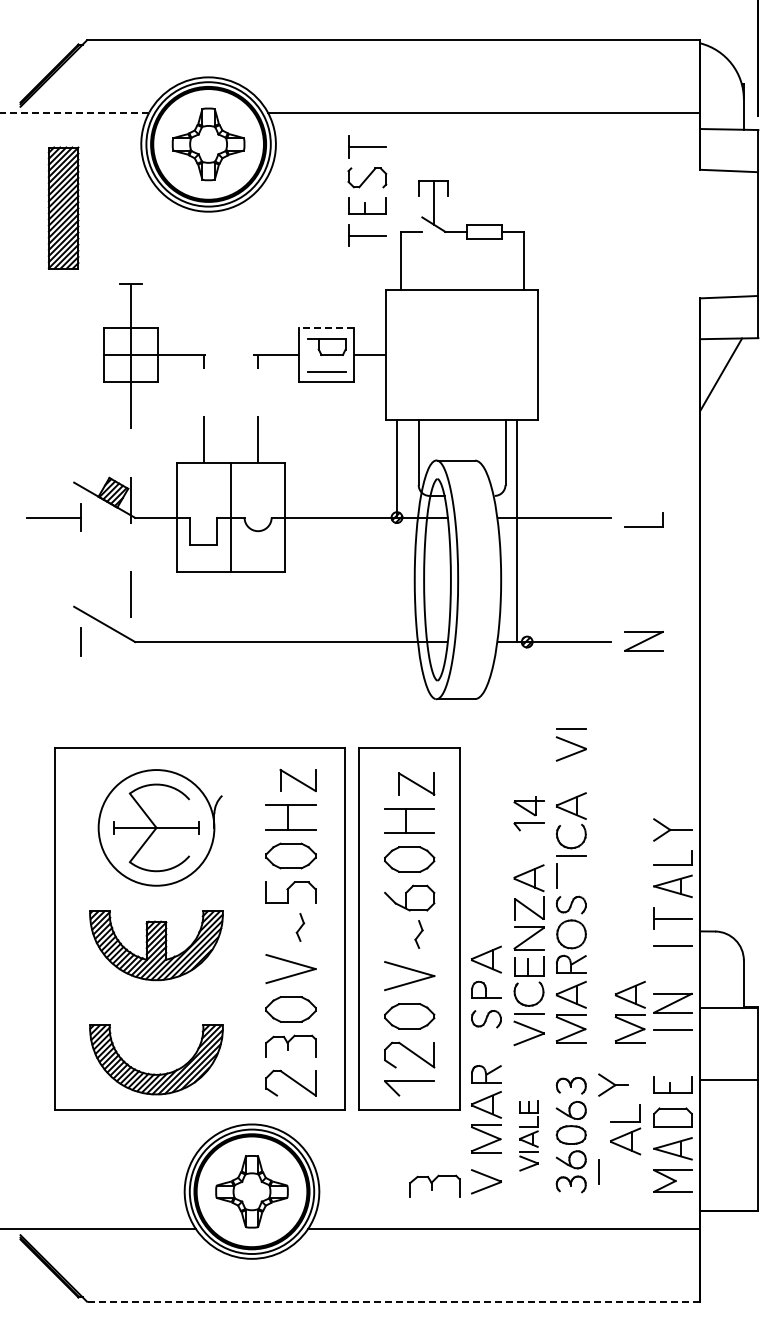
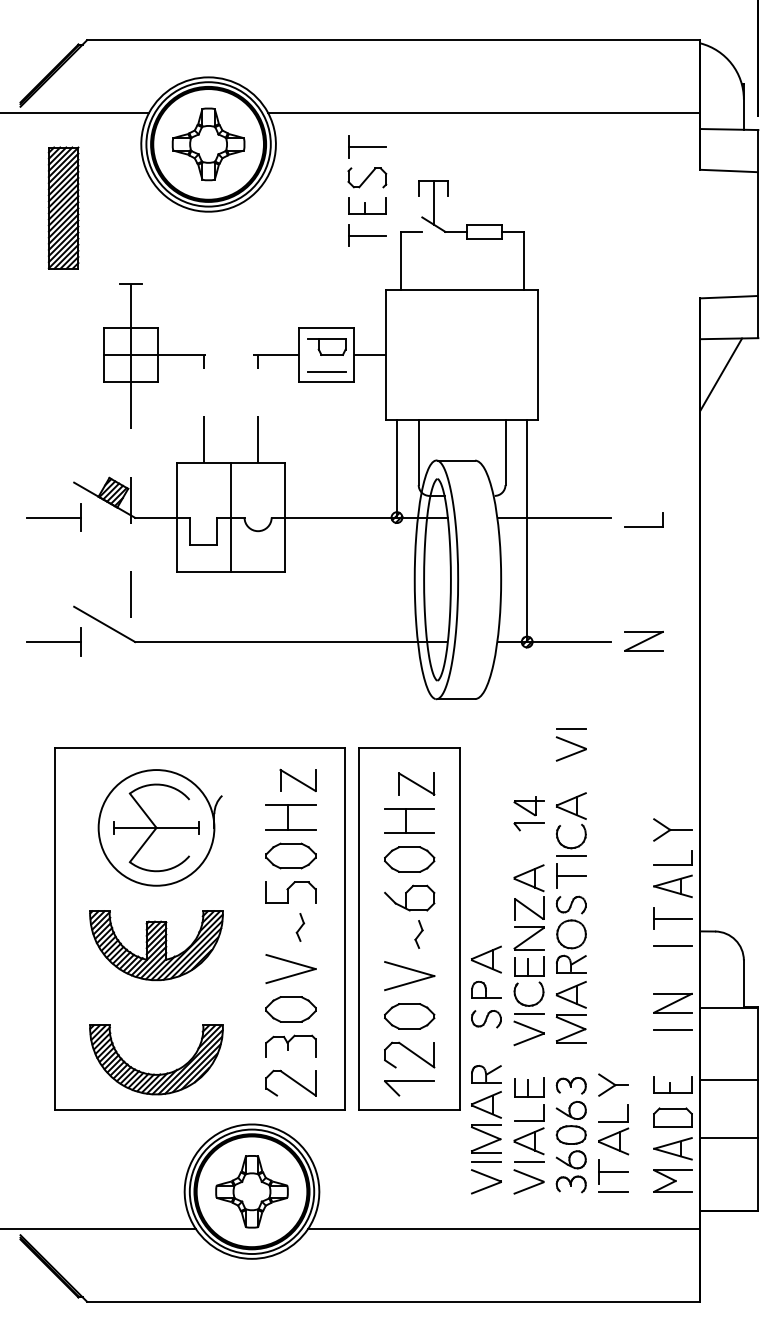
line at (74, 112): dashed -> solid
line at (325, 327): dashed -> solid
line at (517, 530) position: (517, 530) -> (527, 530)
line at (53, 642): none -> present
line at (570, 875): none -> present
part at (629, 1012): present -> none
part at (625, 1129) position: (625, 1129) -> (613, 1129)
part at (528, 1135) size: 20x72 px -> 32x118 px
line at (729, 1138): none -> present
line at (485, 1162): none -> present
line at (613, 1172): none -> present
part at (434, 1185): present -> none
line at (613, 1191): none -> present
line at (393, 1301): dashed -> solid
